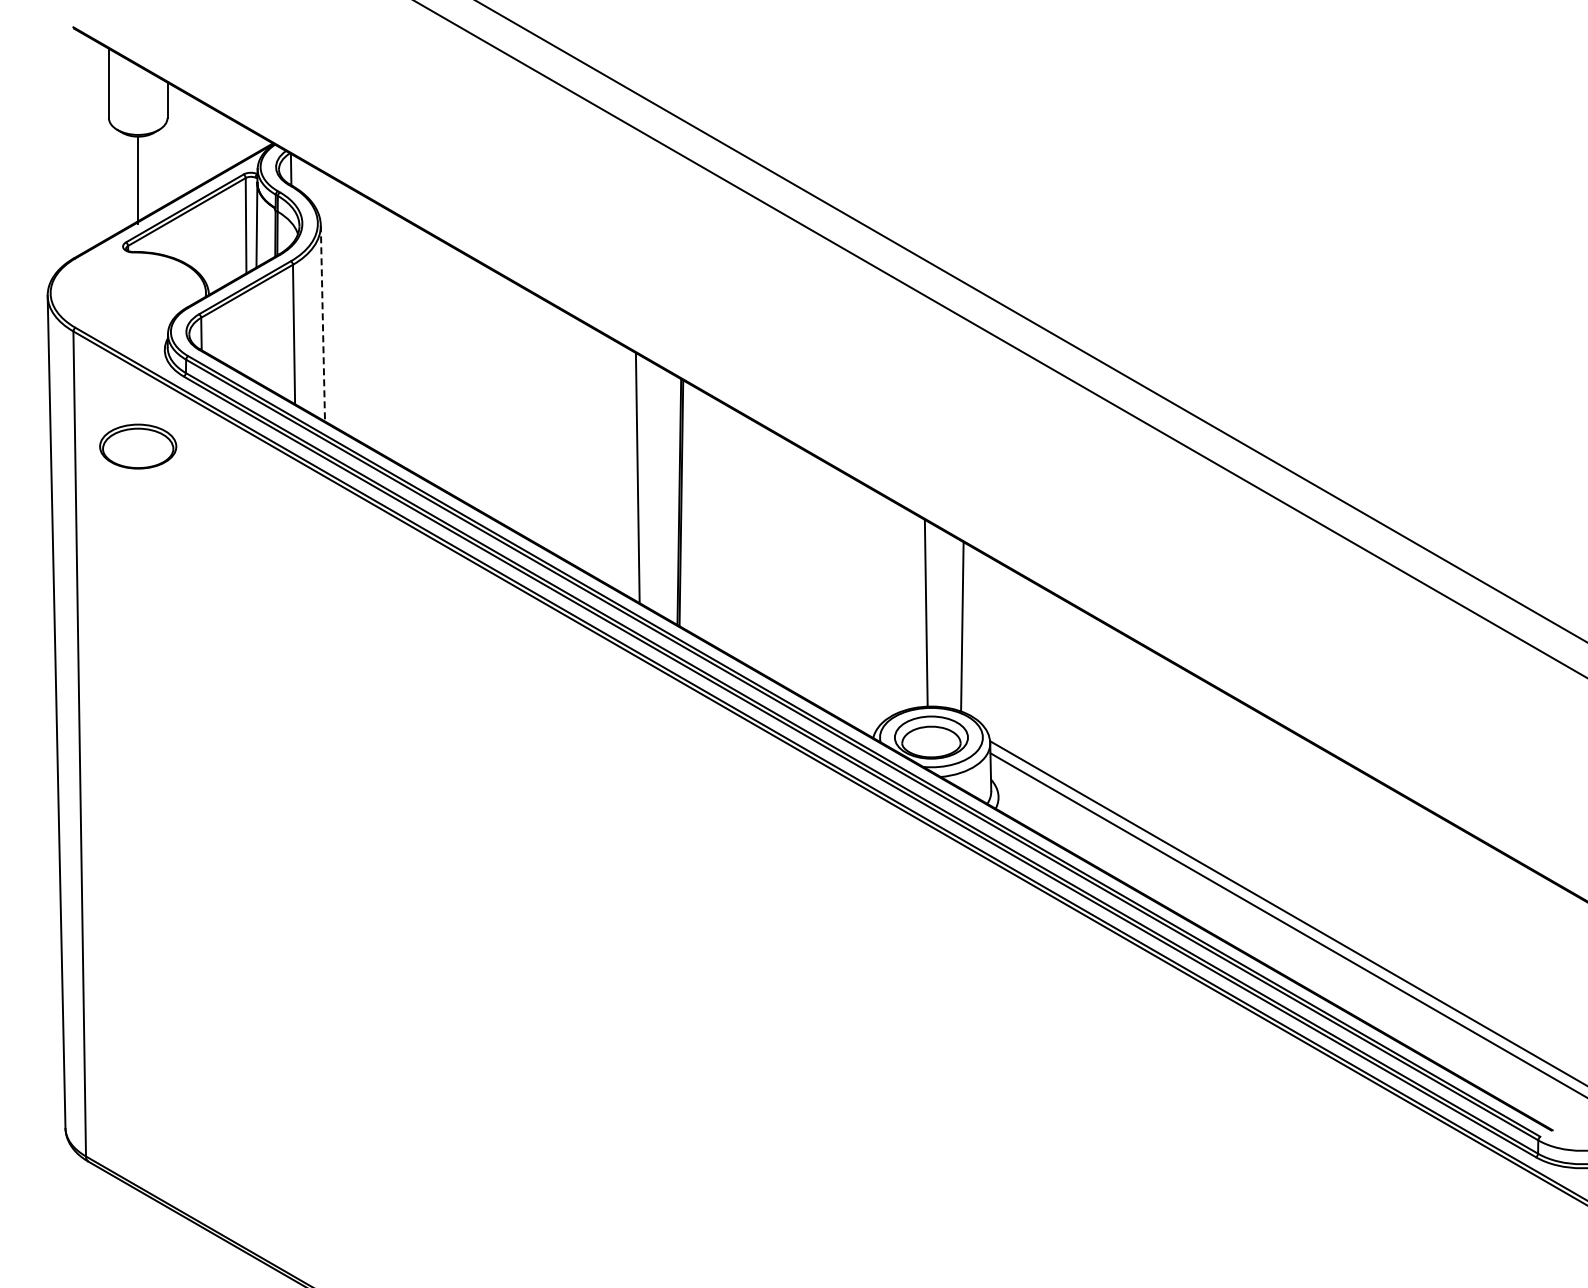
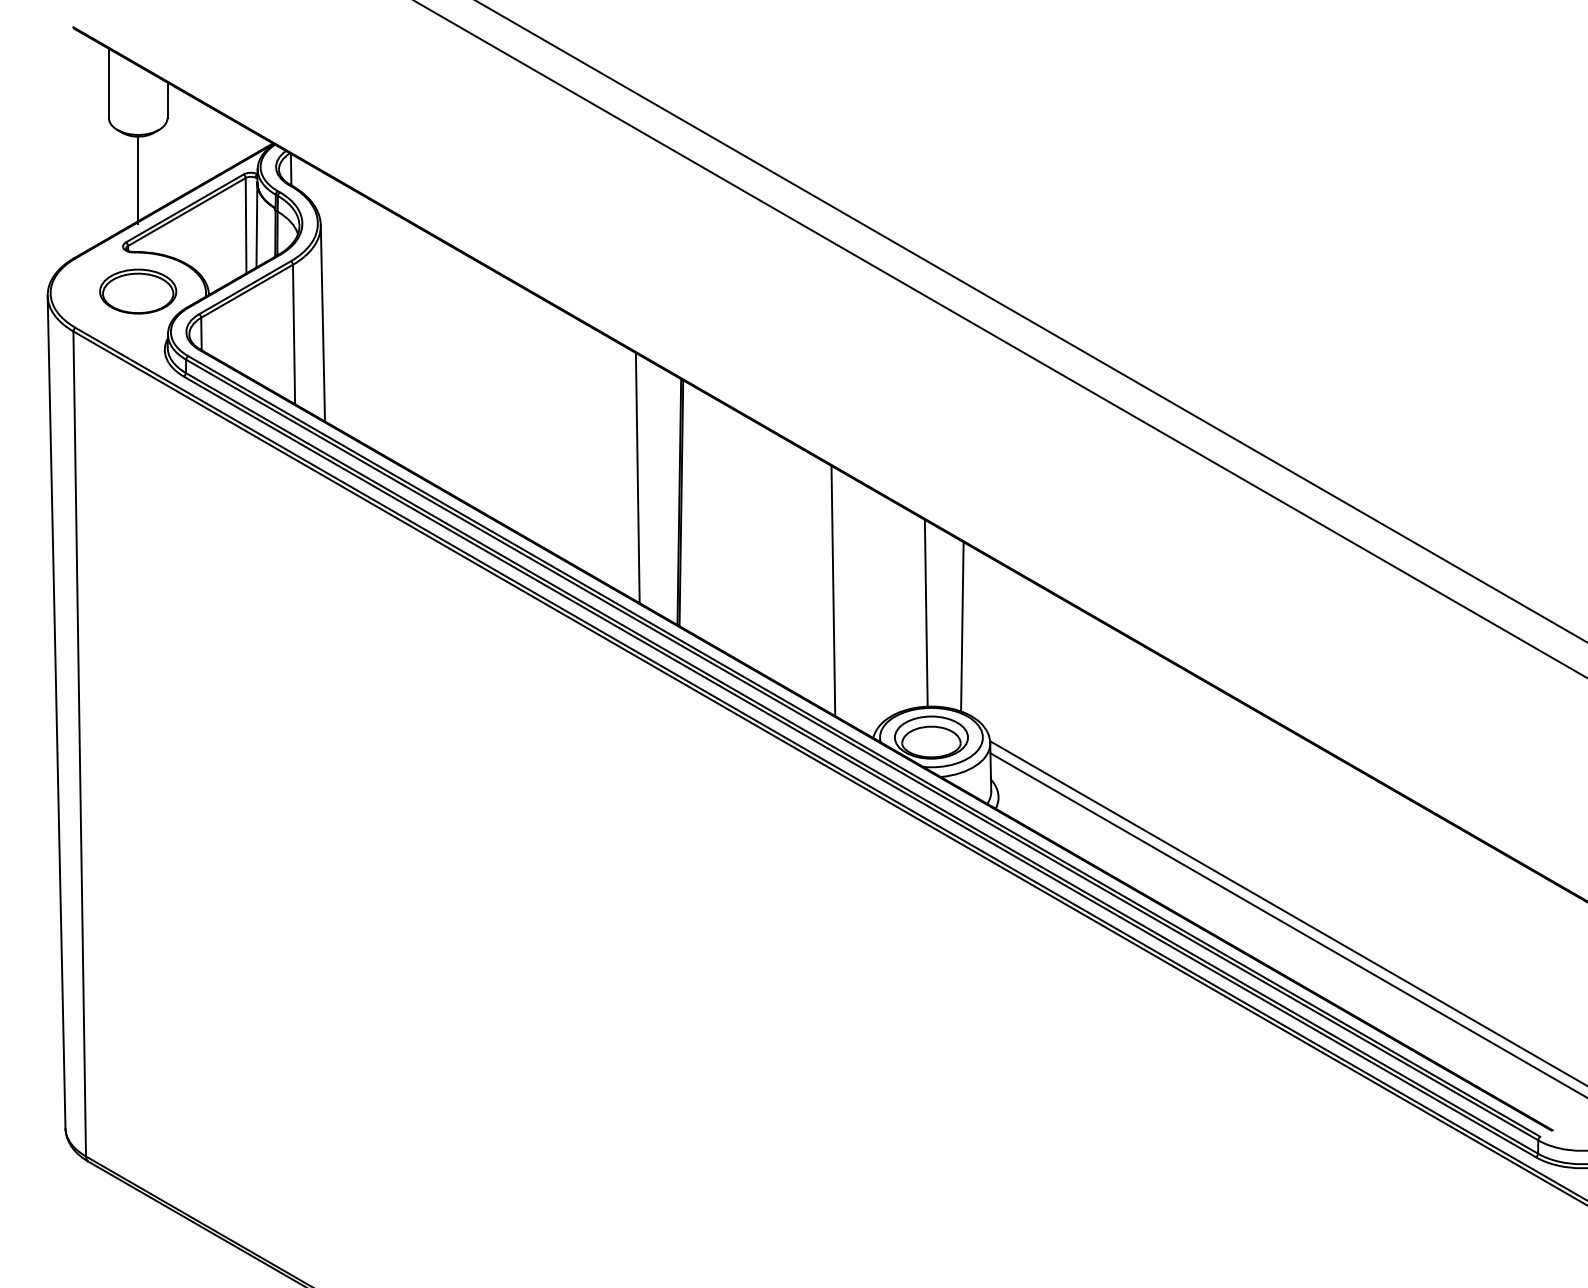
line at (322, 323): dashed -> solid
part at (138, 446) position: (138, 446) -> (138, 291)
line at (833, 590): none -> present
